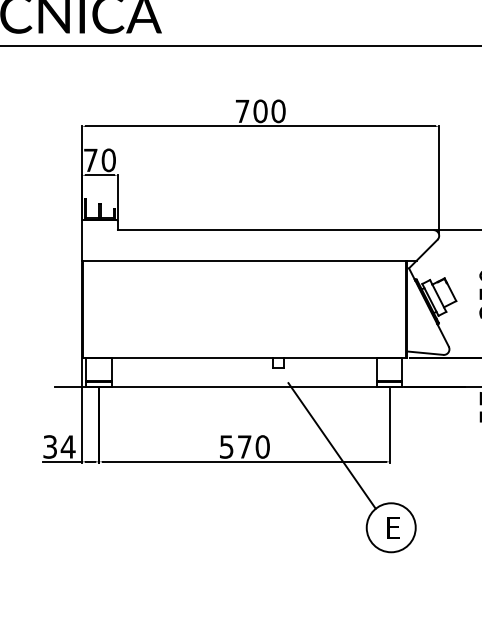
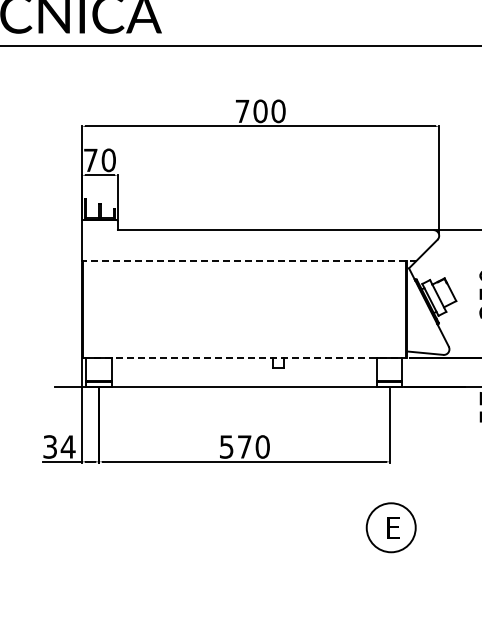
line at (248, 260): solid -> dashed
line at (245, 357): solid -> dashed
line at (331, 445): present -> none
